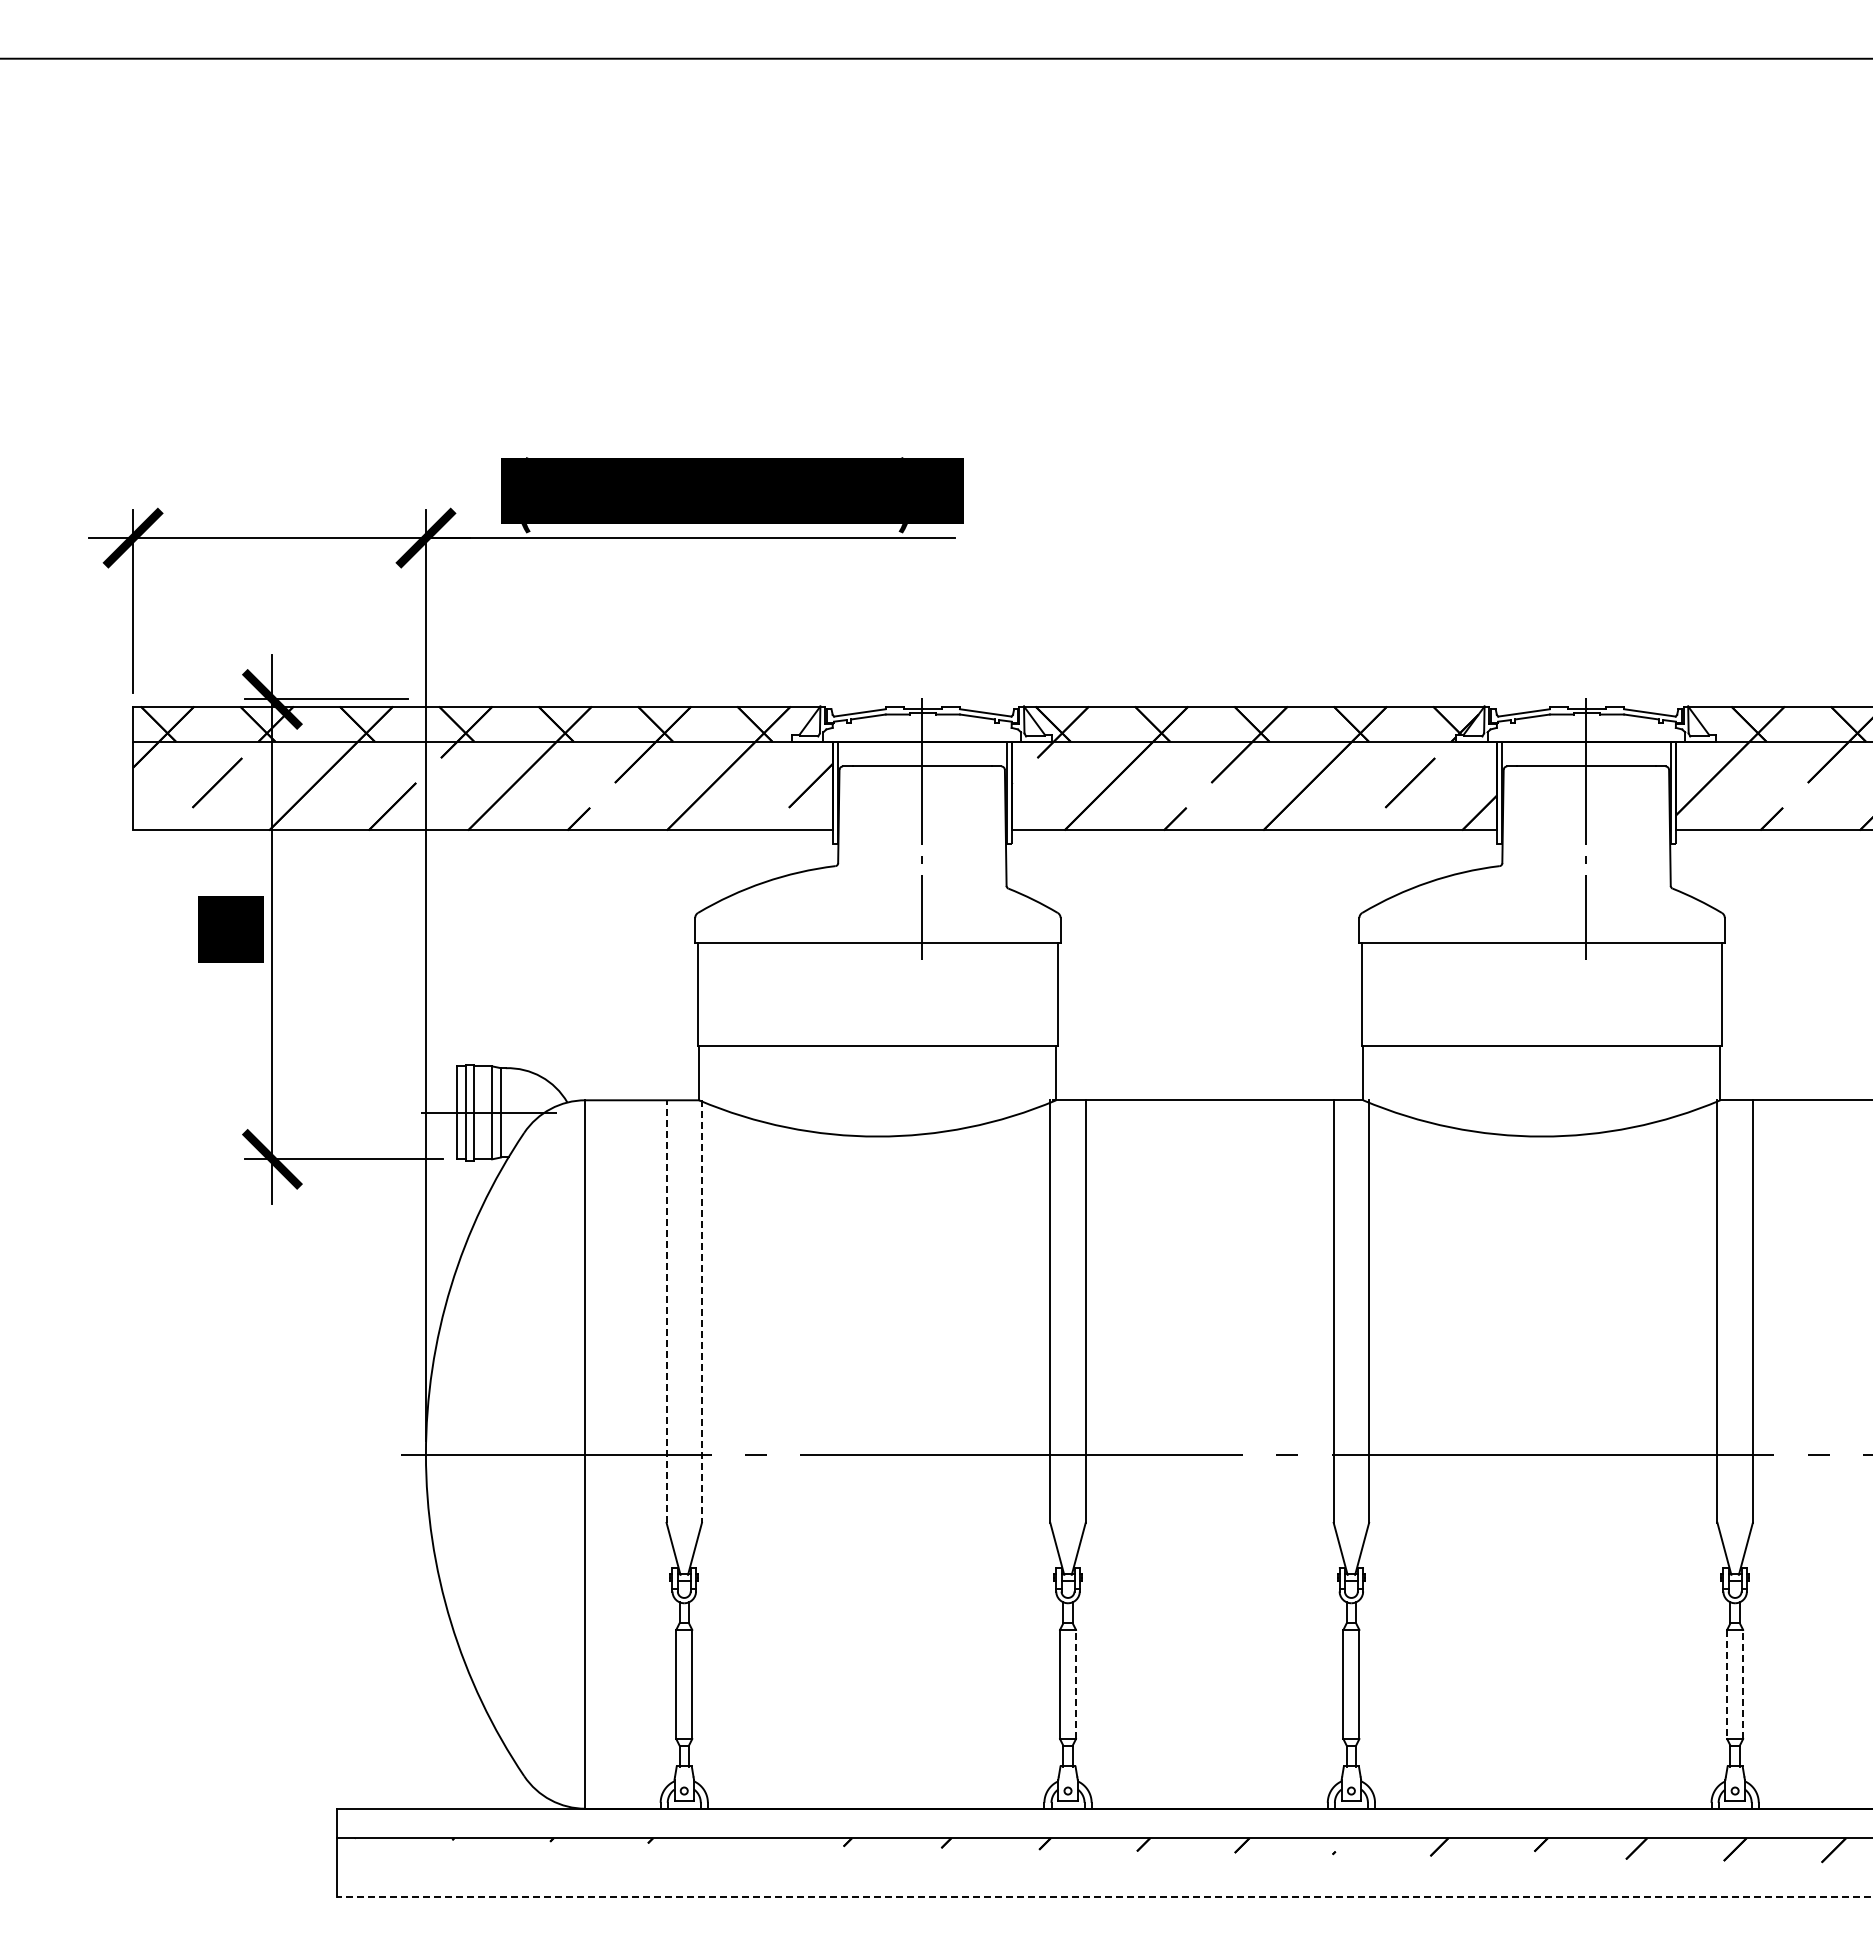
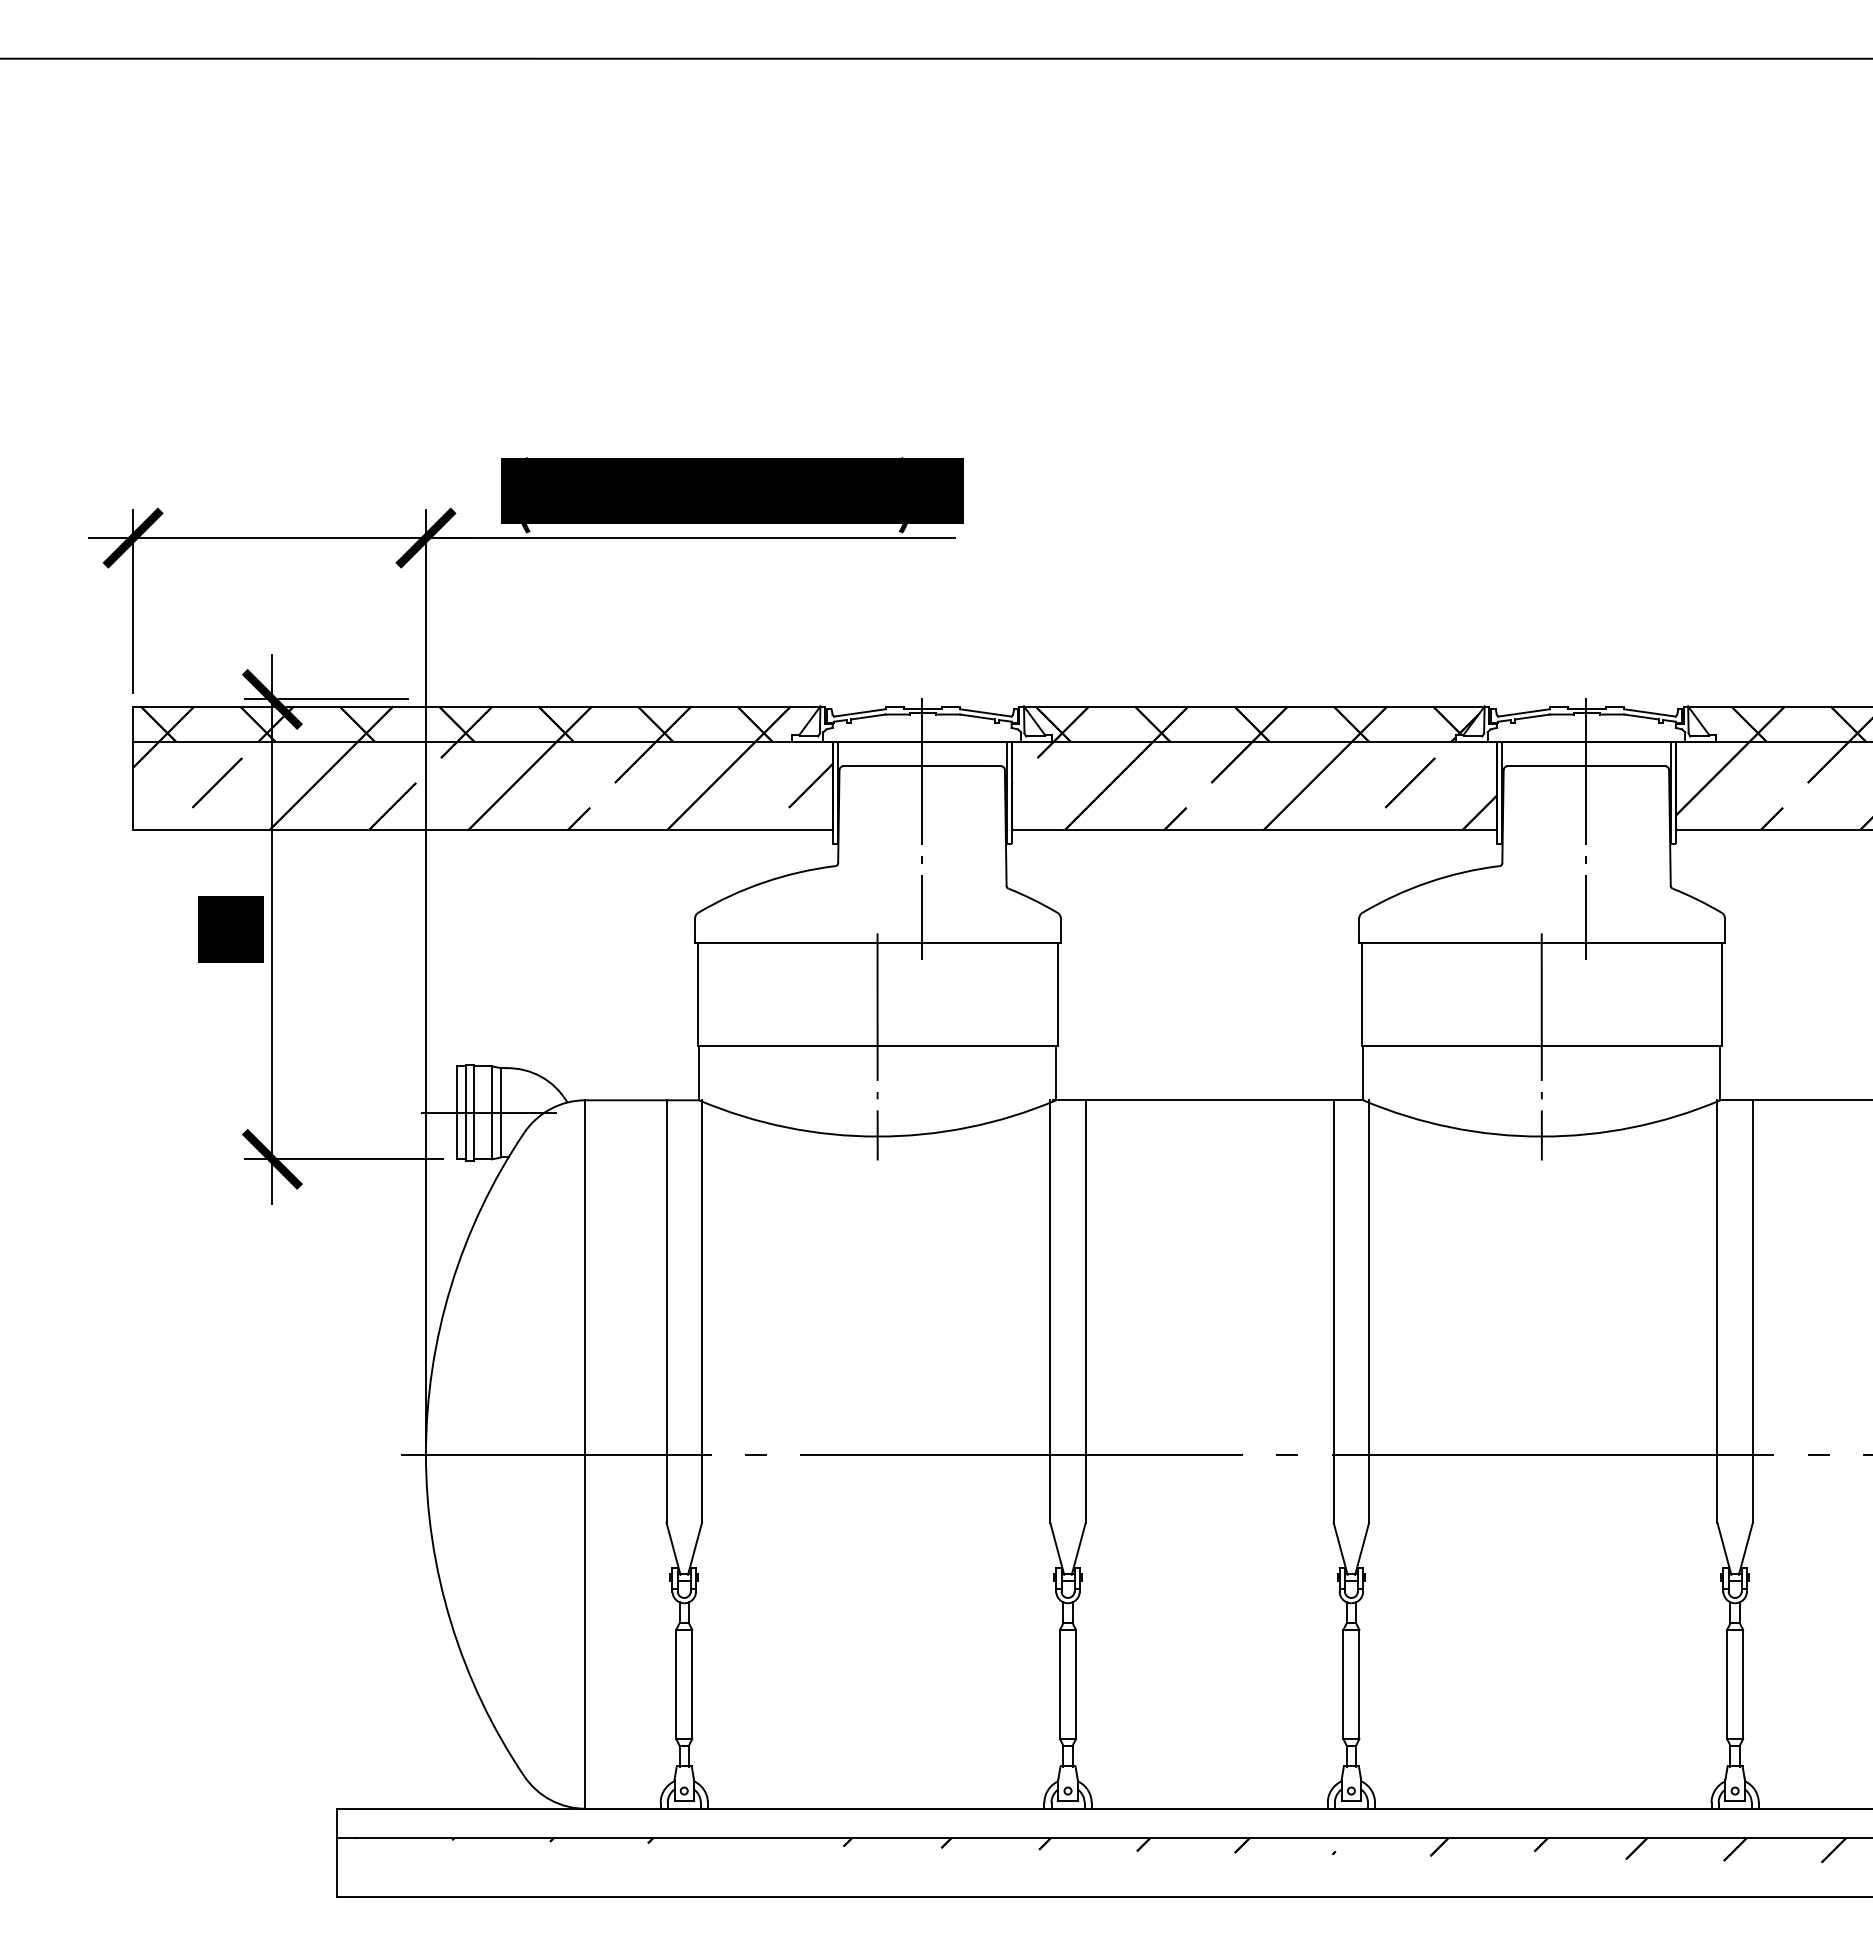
line at (877, 1046): none -> present
line at (1541, 1046): none -> present
line at (666, 1311): dashed -> solid
line at (701, 1312): dashed -> solid
line at (1075, 1684): dashed -> solid
line at (1727, 1684): dashed -> solid
line at (1743, 1684): dashed -> solid
line at (1104, 1897): dashed -> solid
